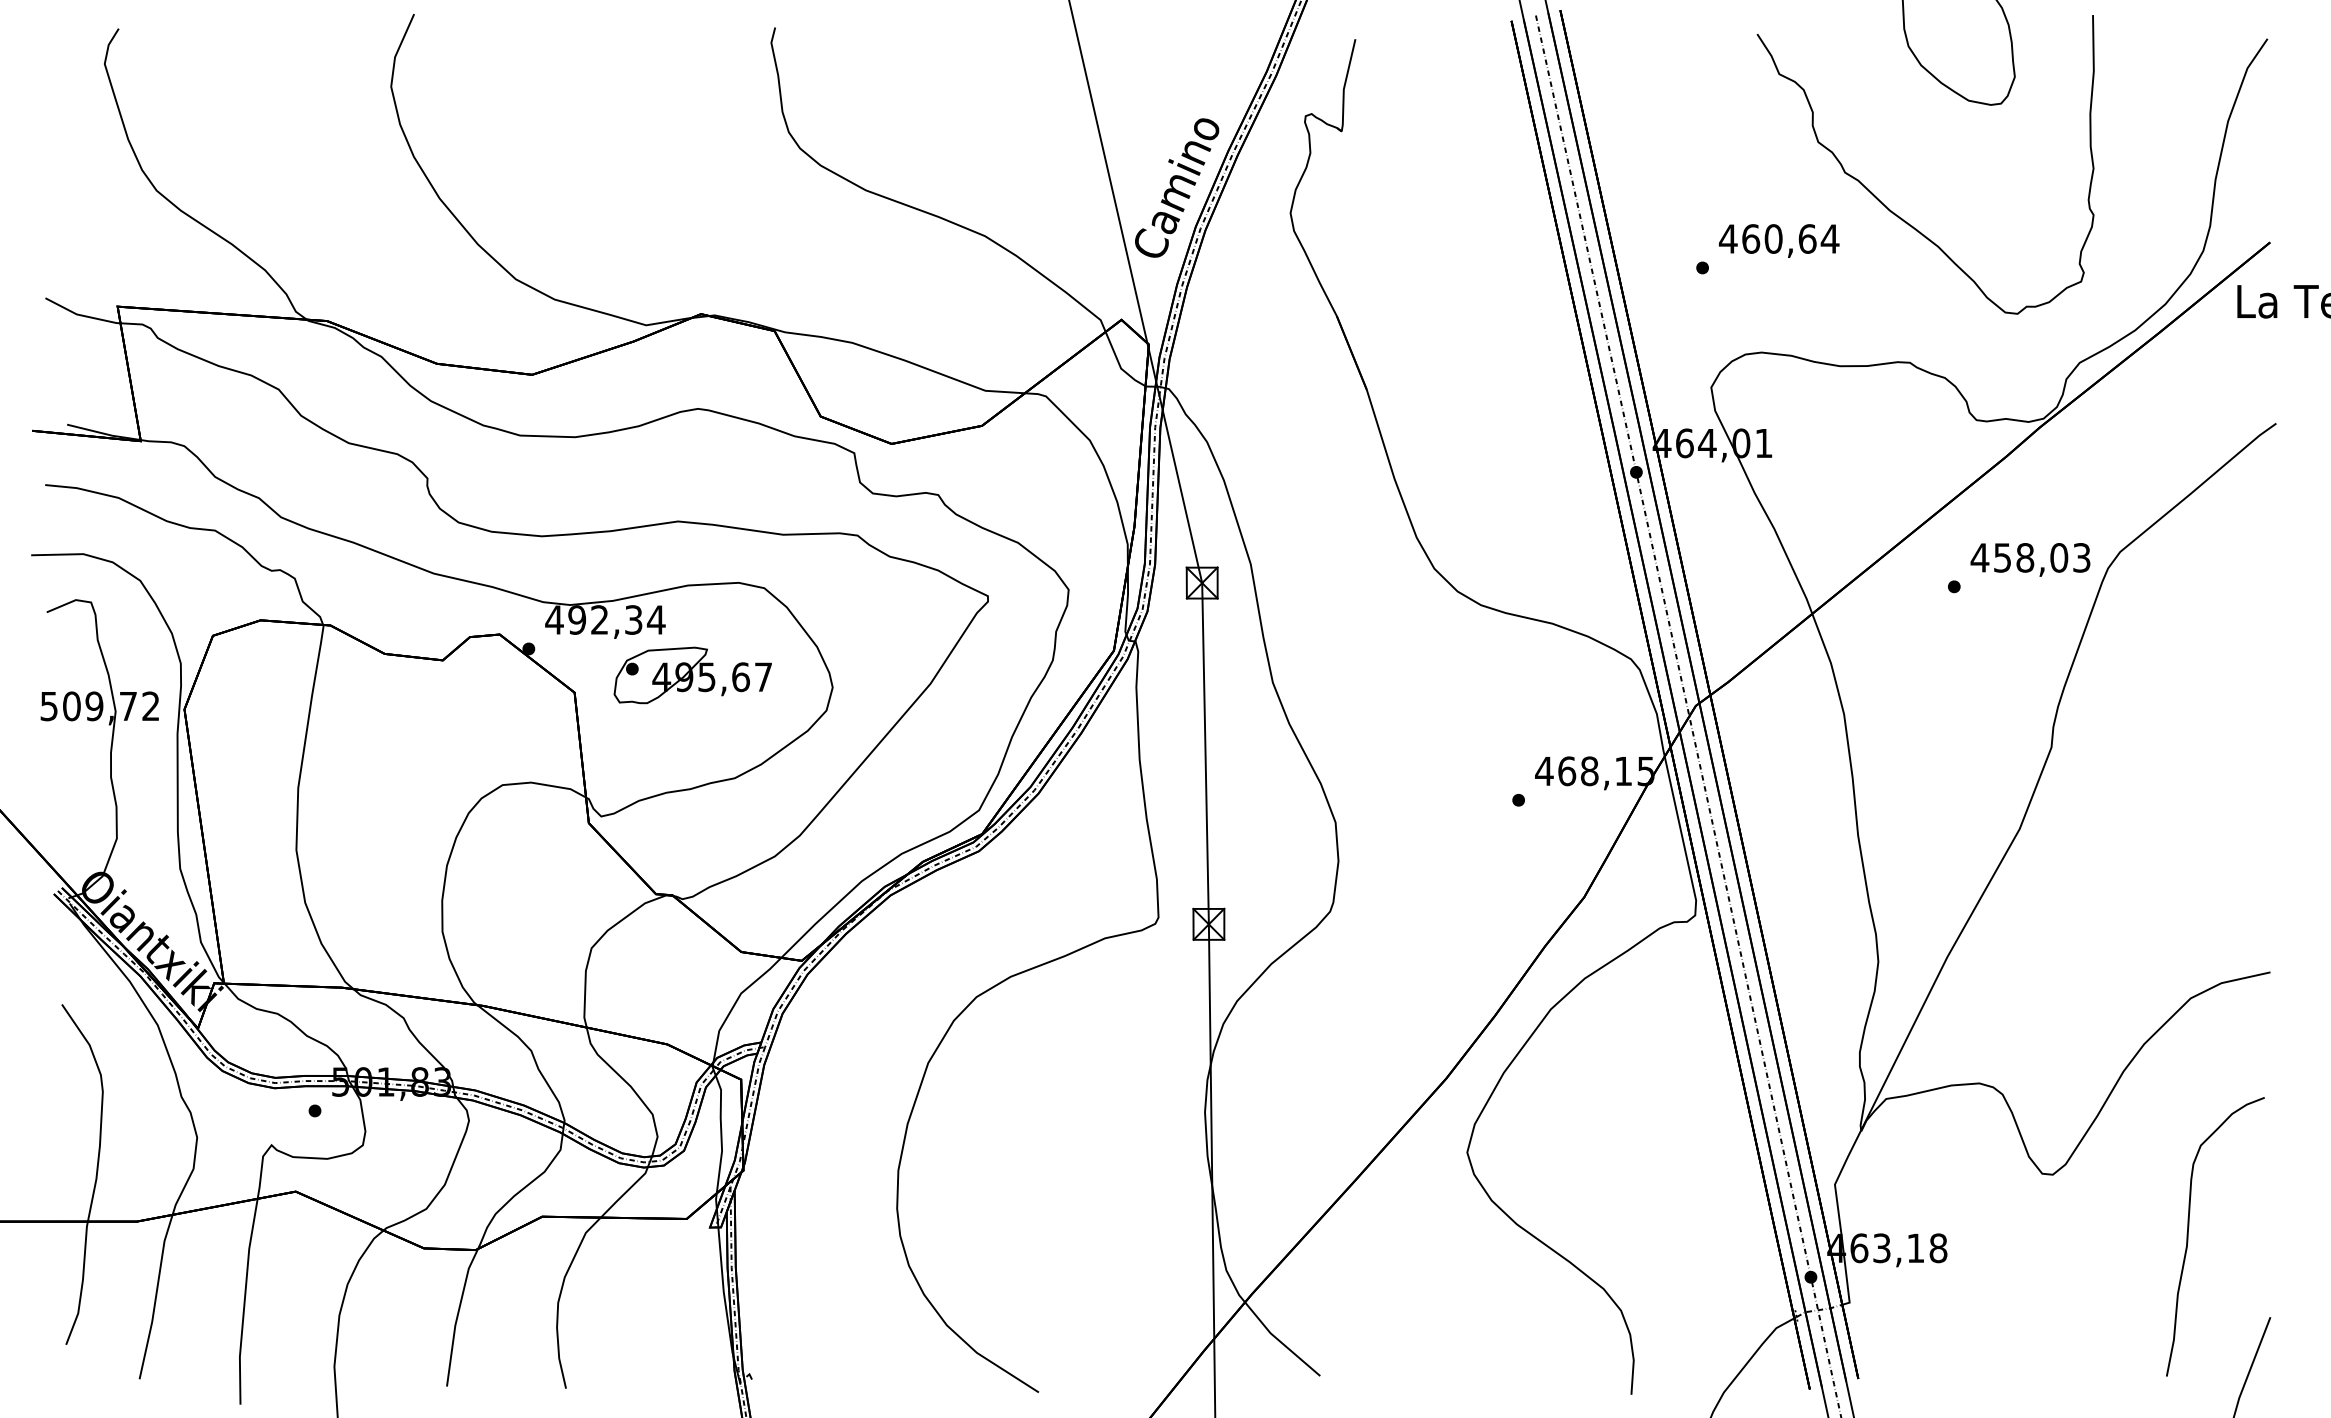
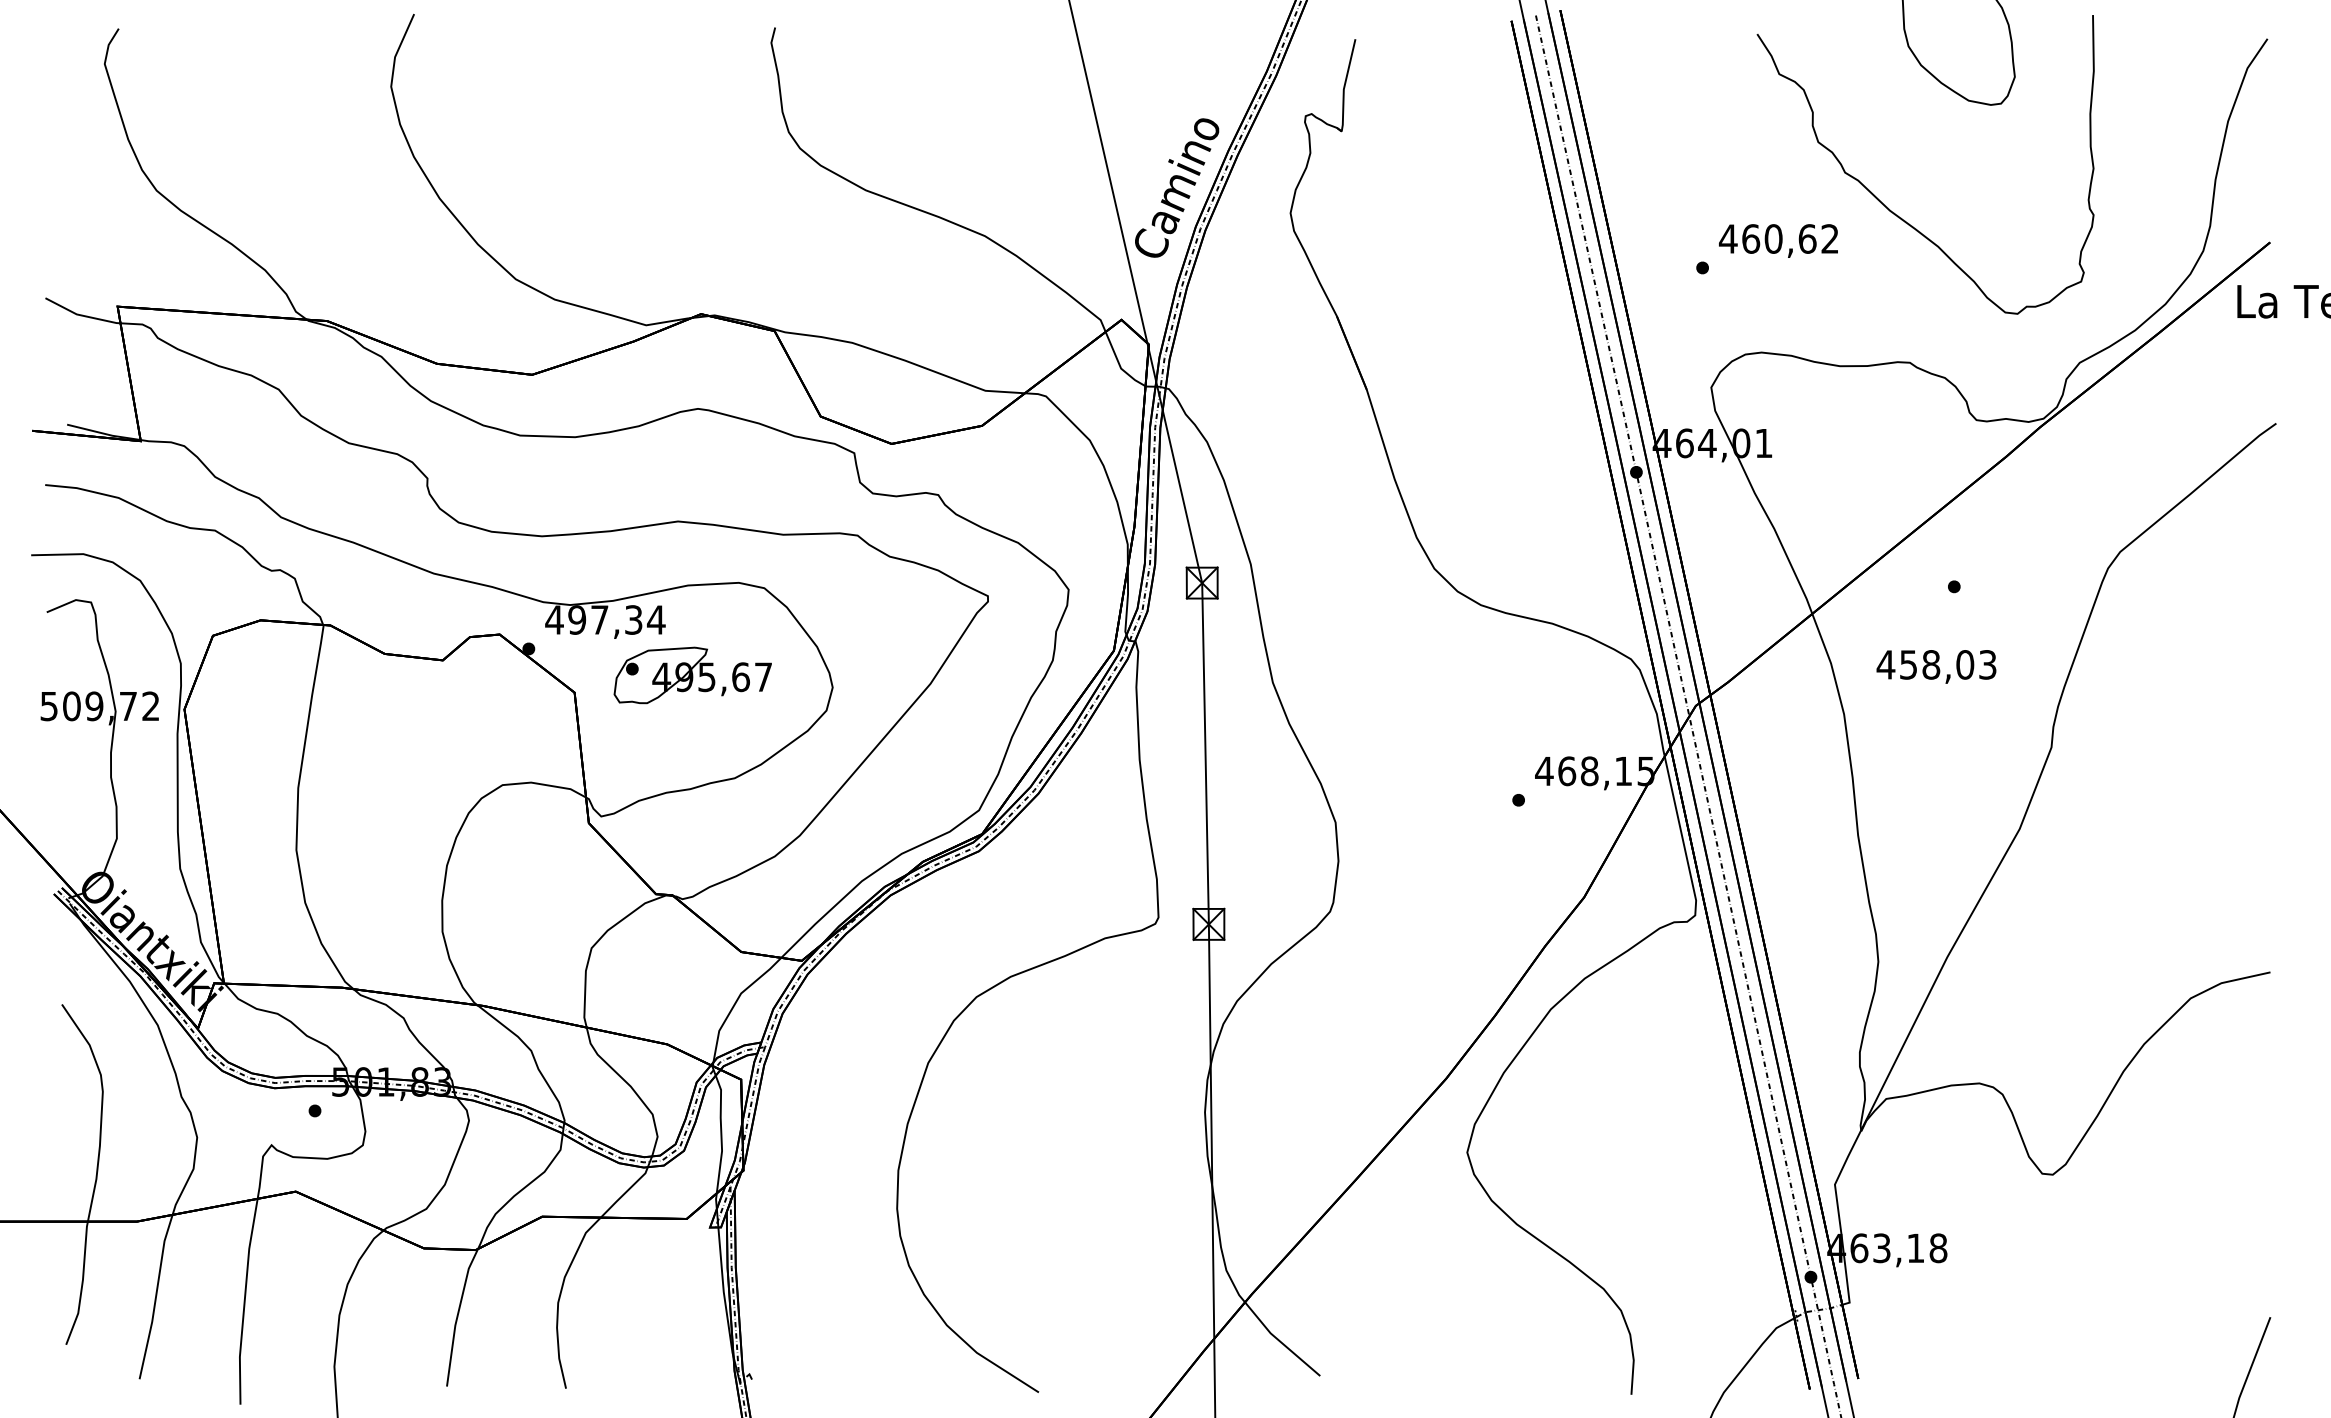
text at (1829, 238): 460,64 -> 460,62
text at (2030, 559) position: (2030, 559) -> (1936, 666)
text at (599, 619): 492,34 -> 497,34
curve at (2188, 1236): present -> none
